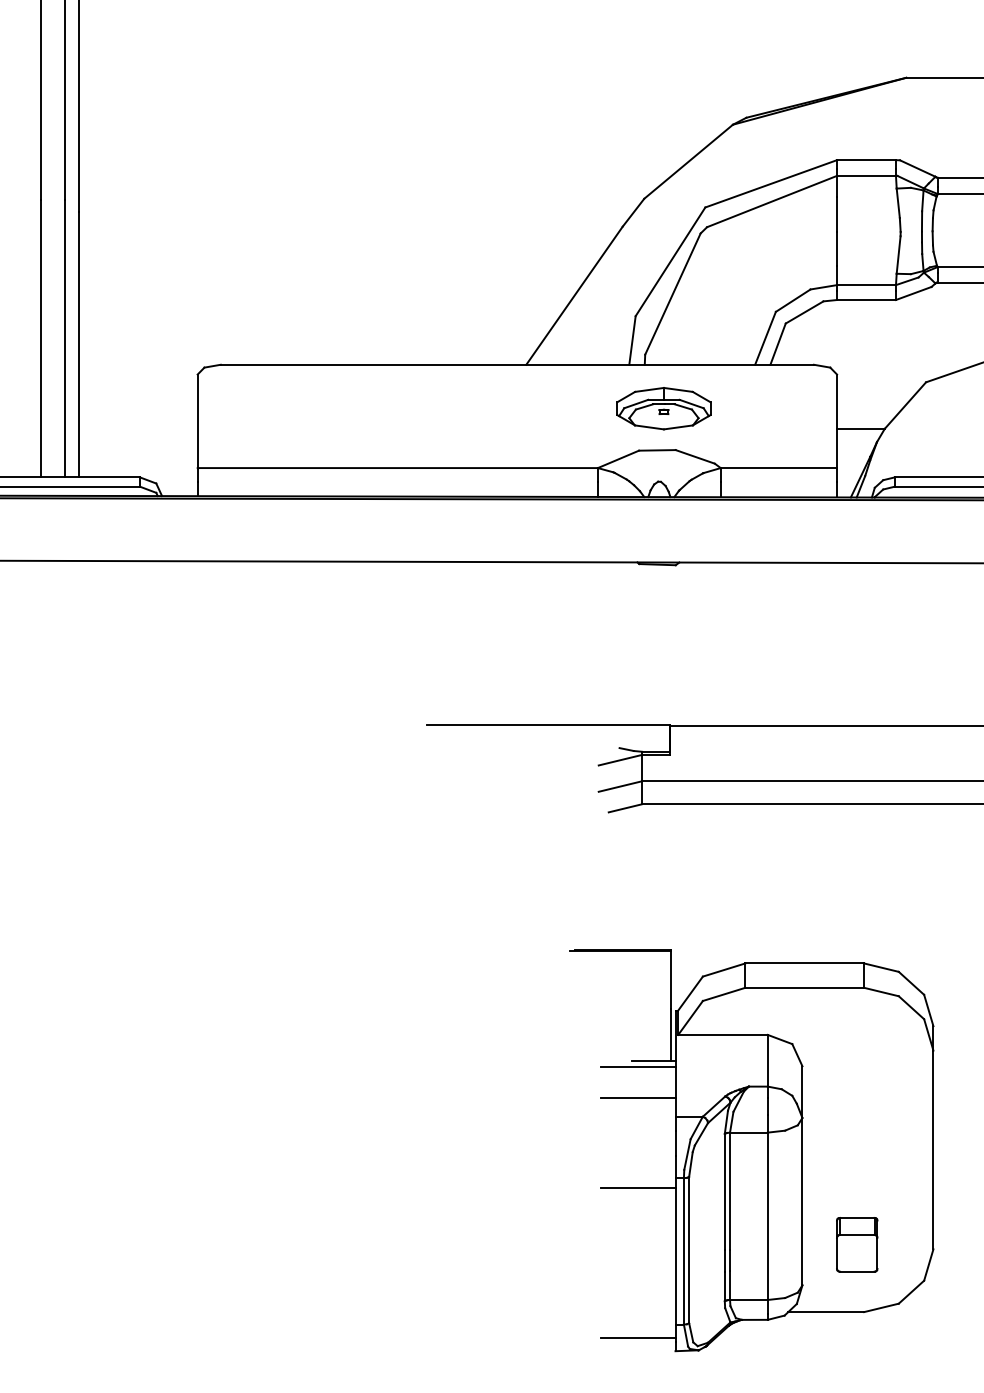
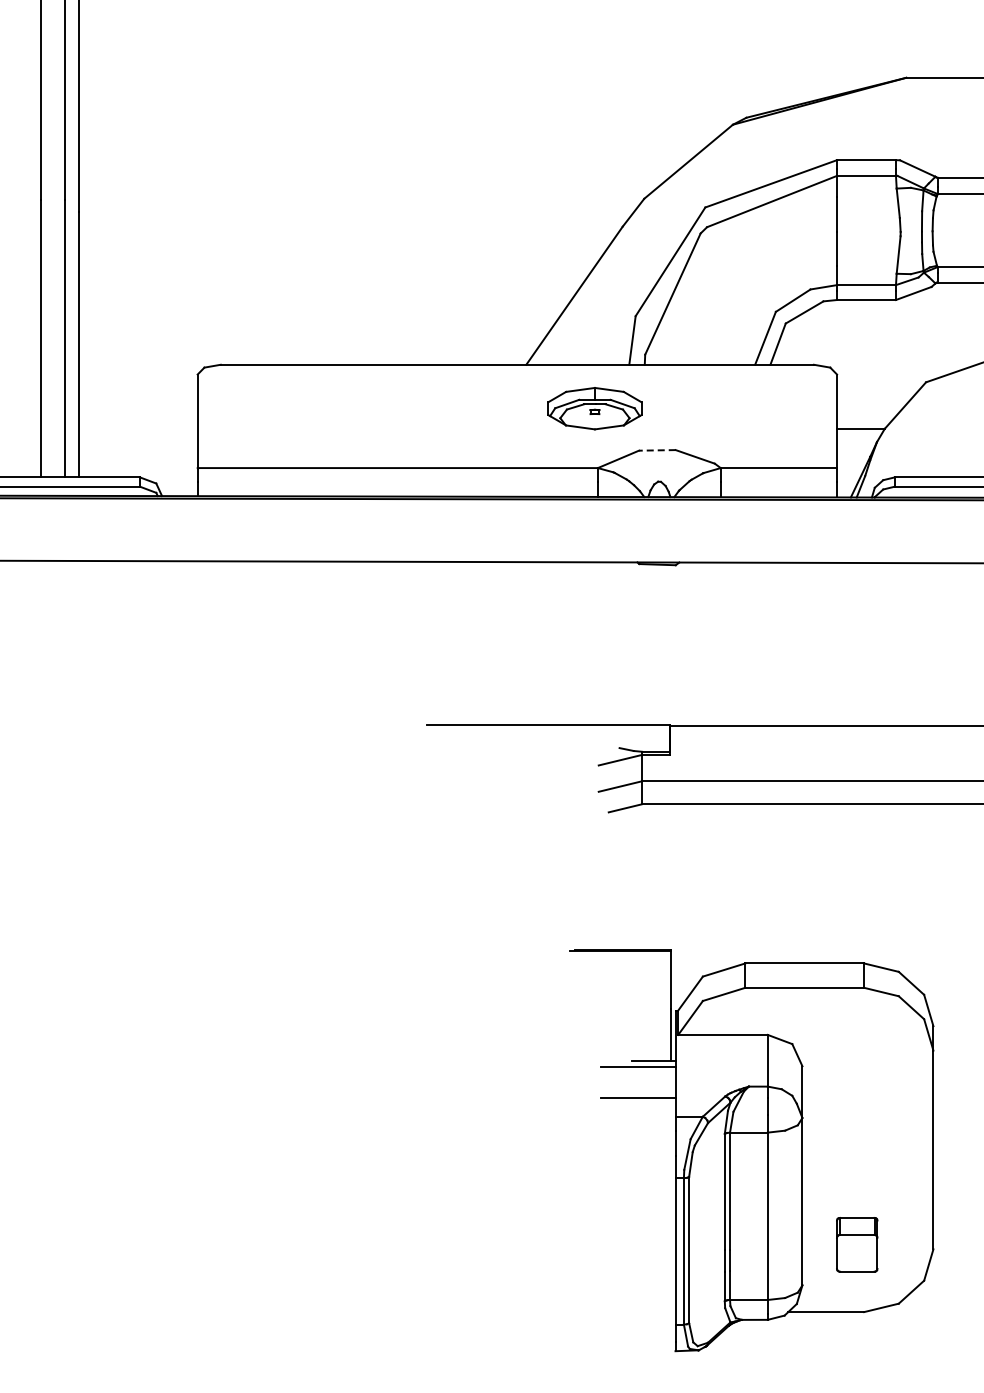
part at (663, 408) position: (663, 408) -> (594, 408)
line at (656, 450): solid -> dashed
line at (638, 1187): present -> none
line at (638, 1338): present -> none
